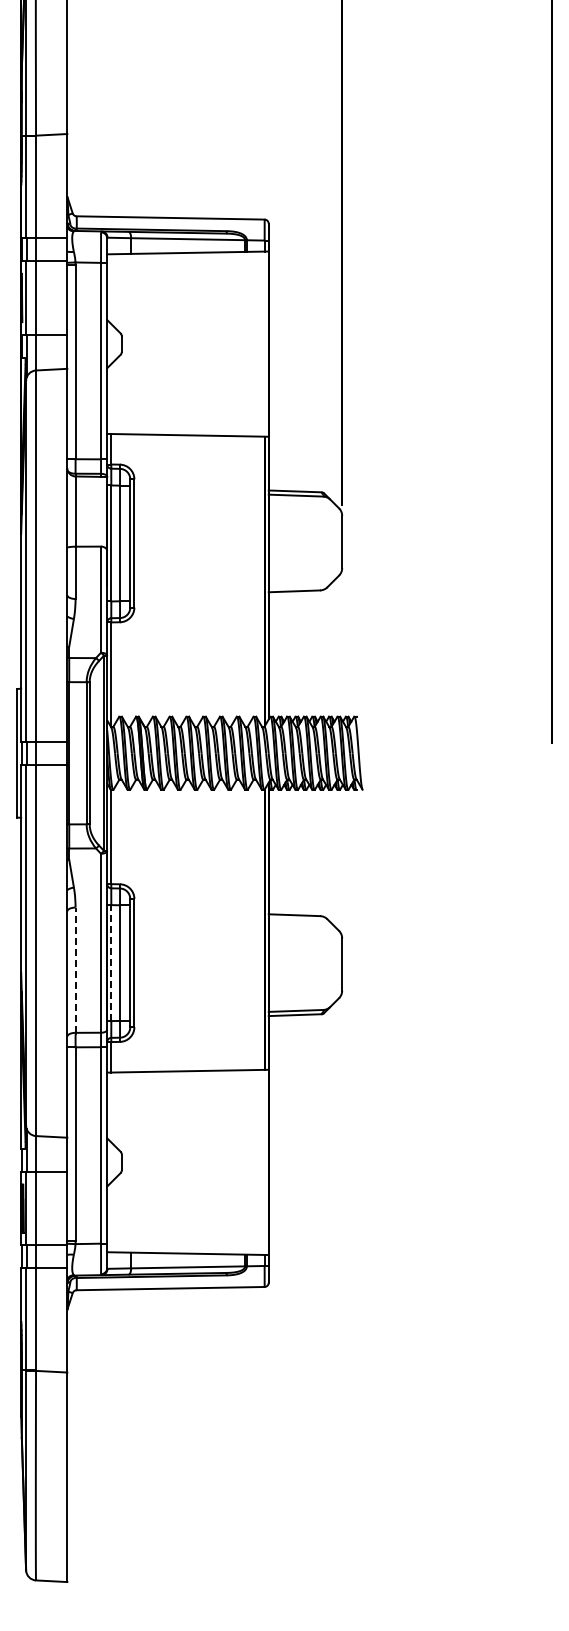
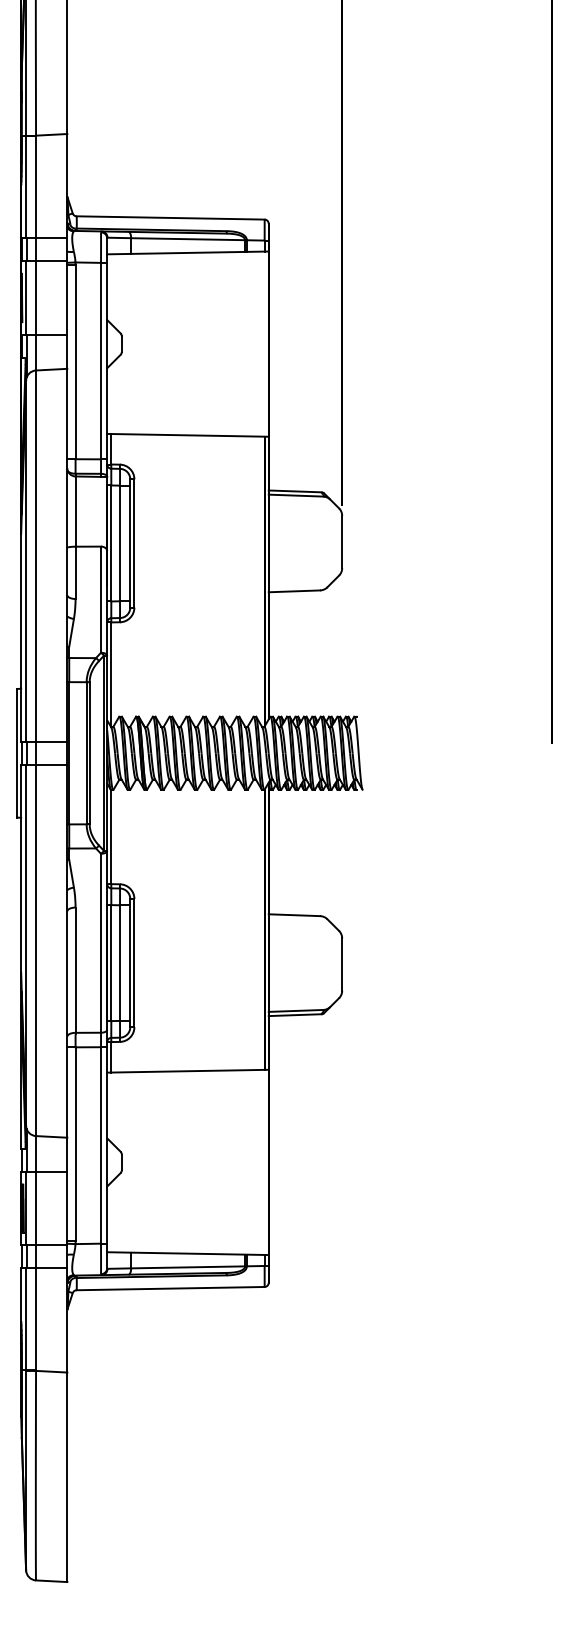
line at (111, 963): dashed -> solid
line at (75, 970): dashed -> solid
